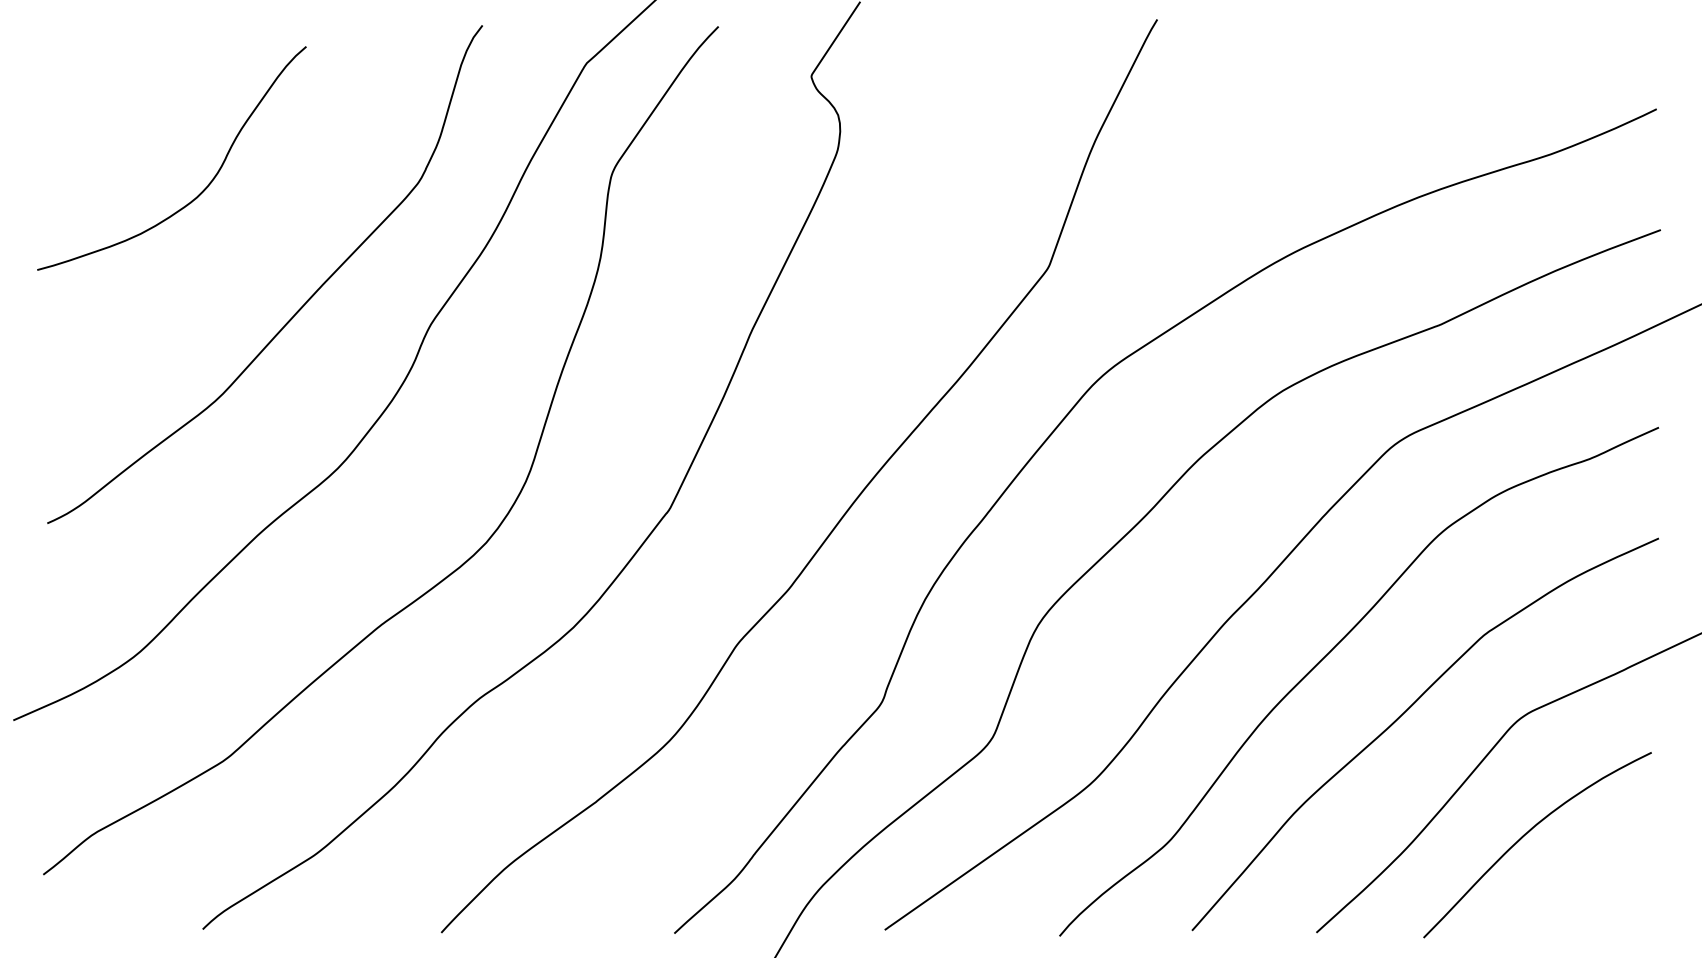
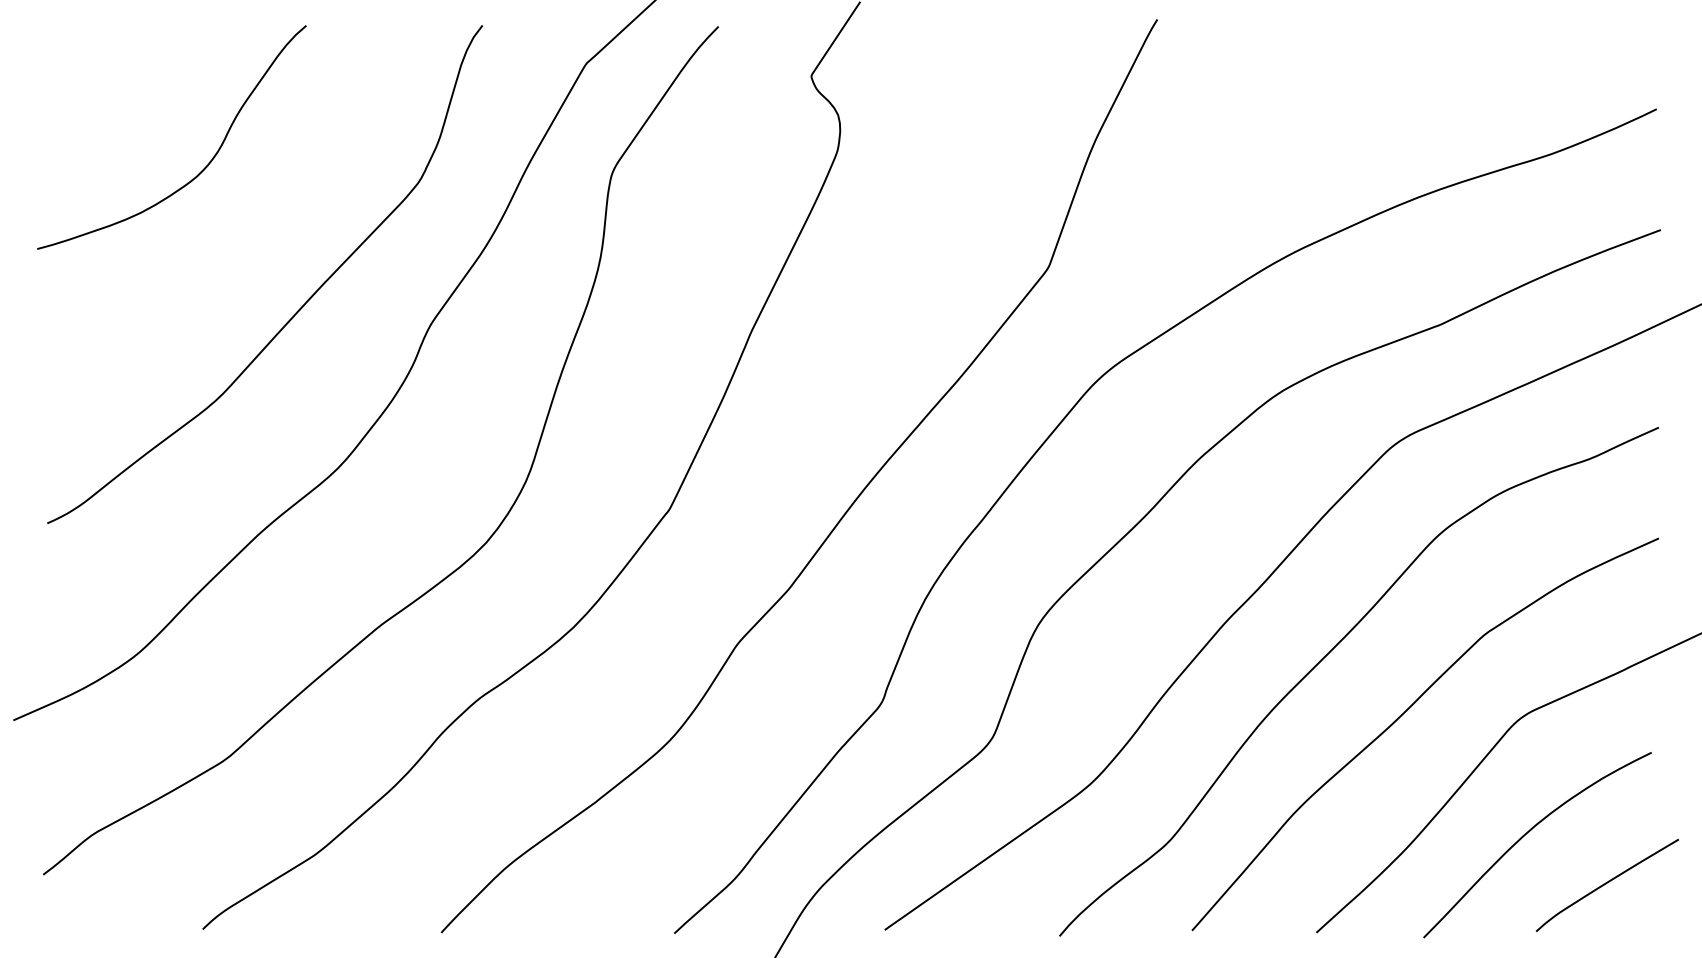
curve at (203, 189) position: (203, 189) -> (203, 168)
curve at (1607, 883): none -> present
